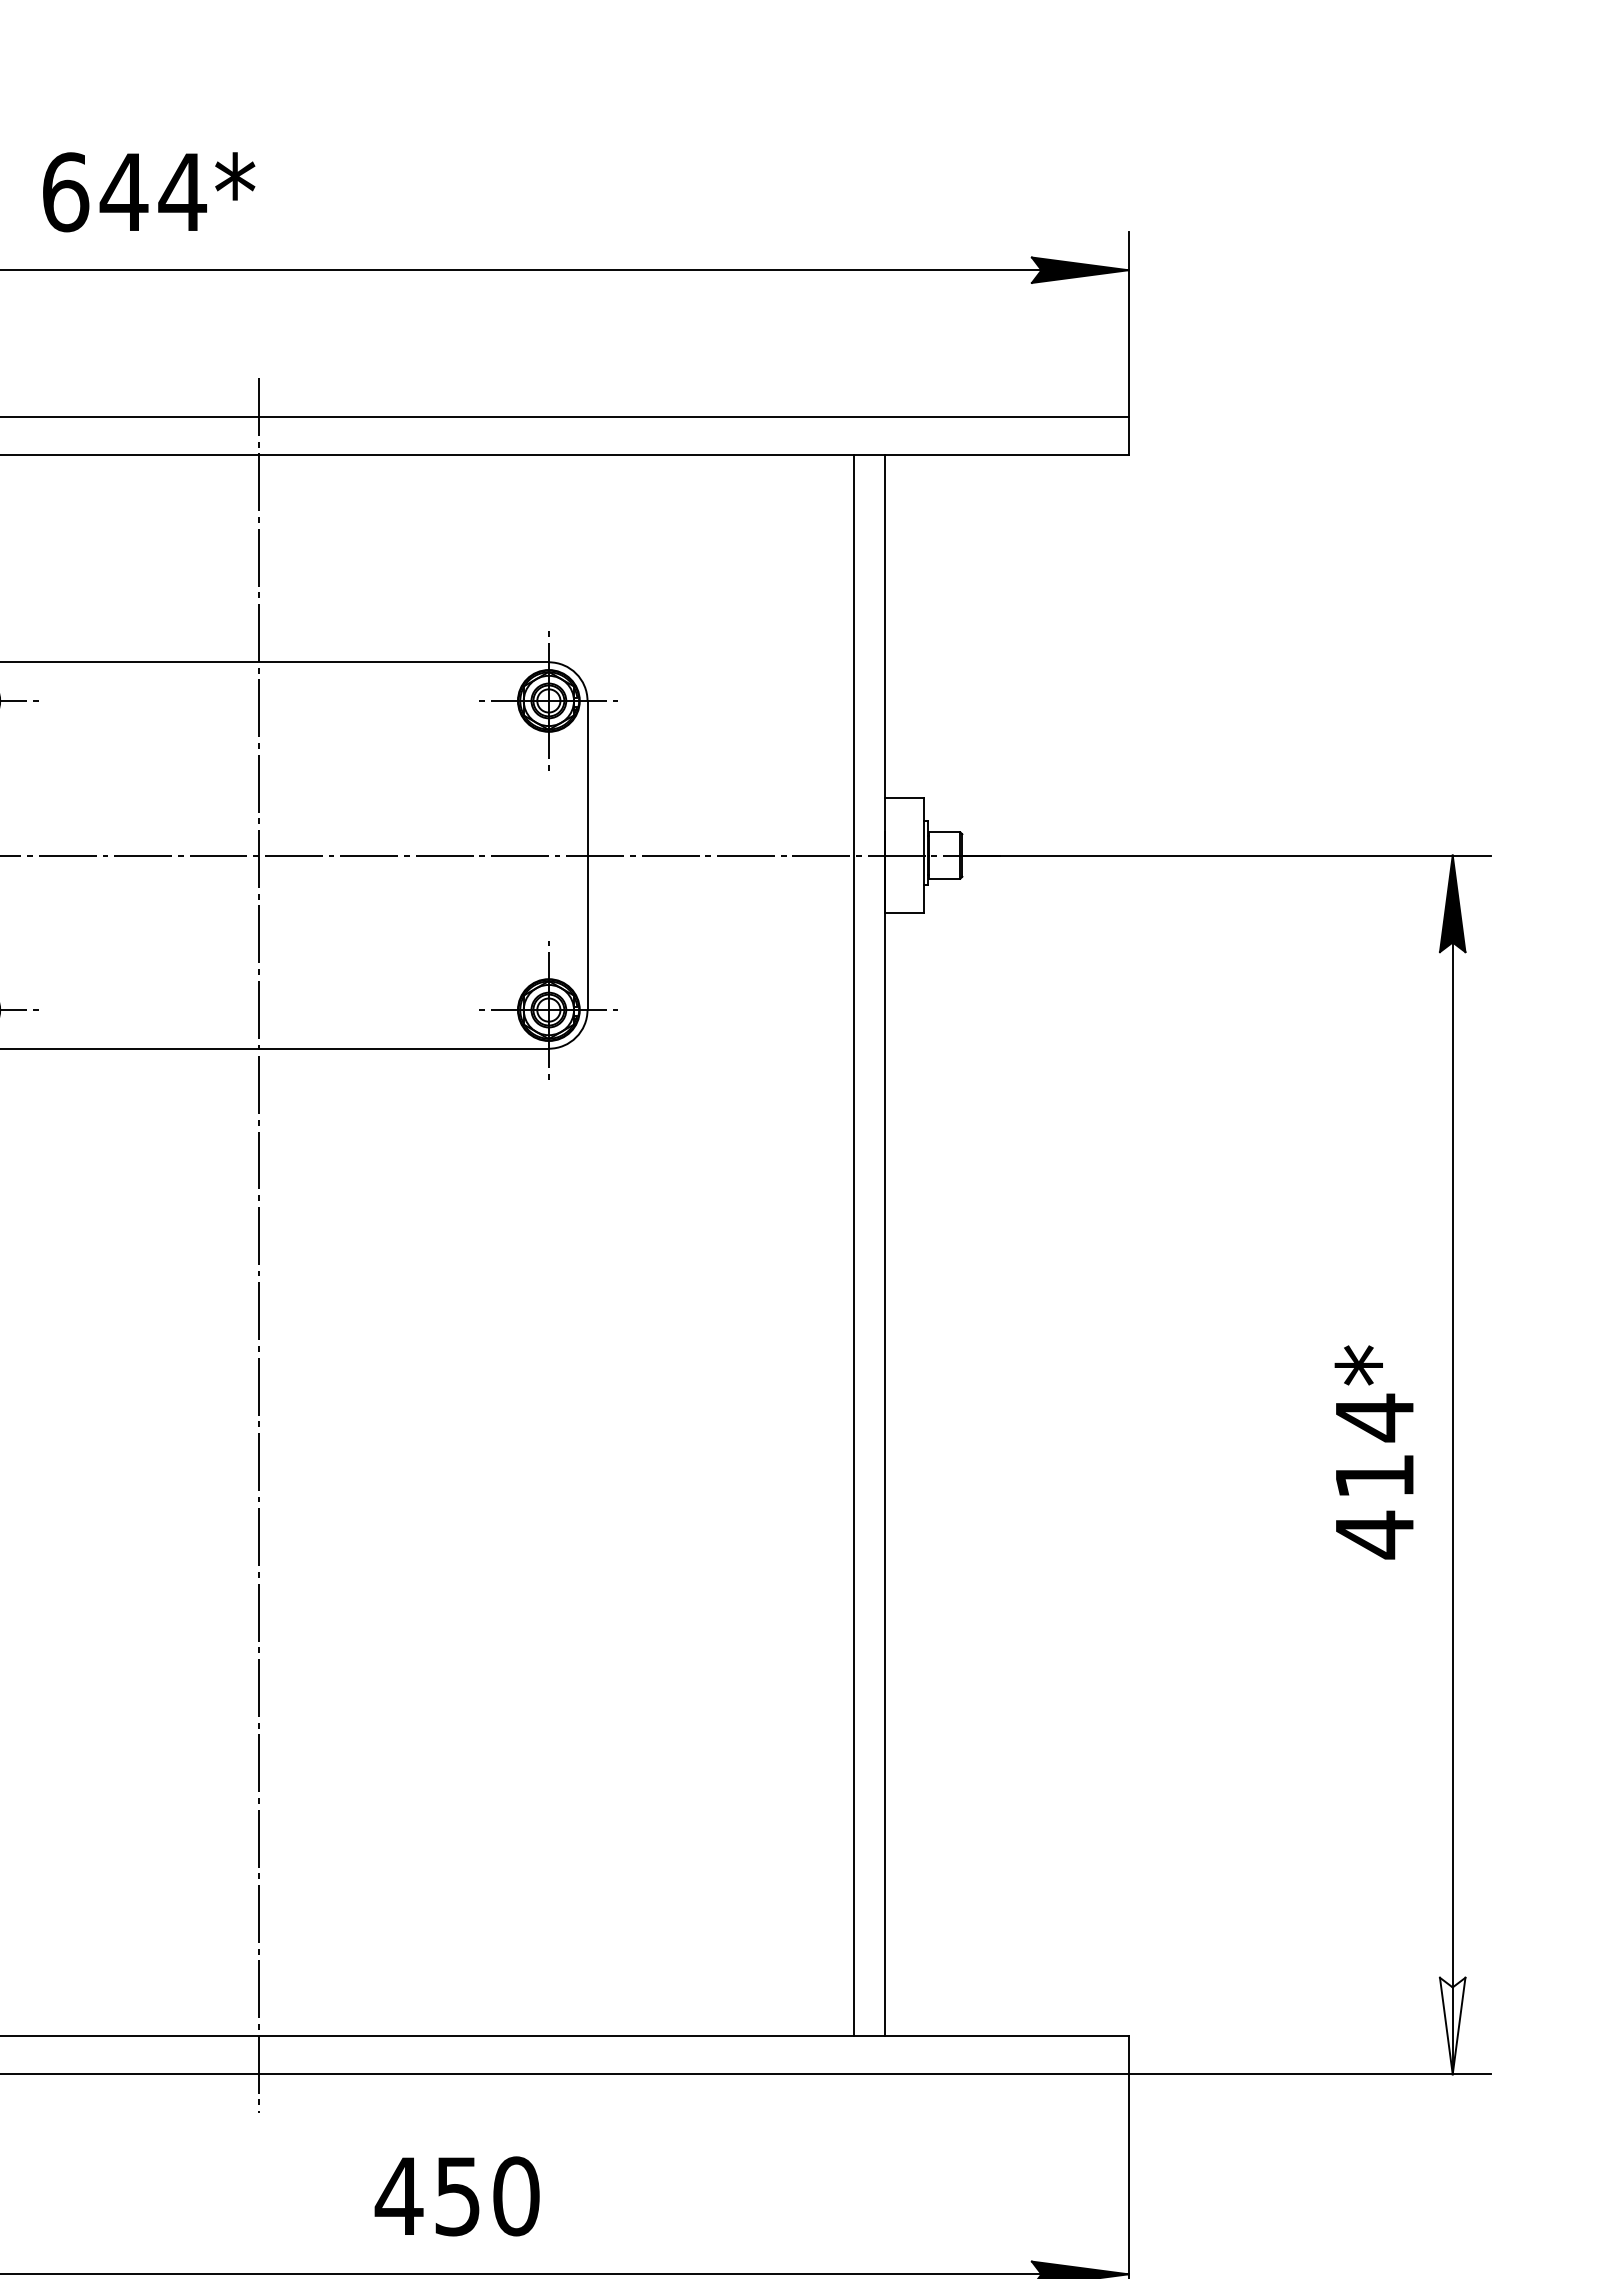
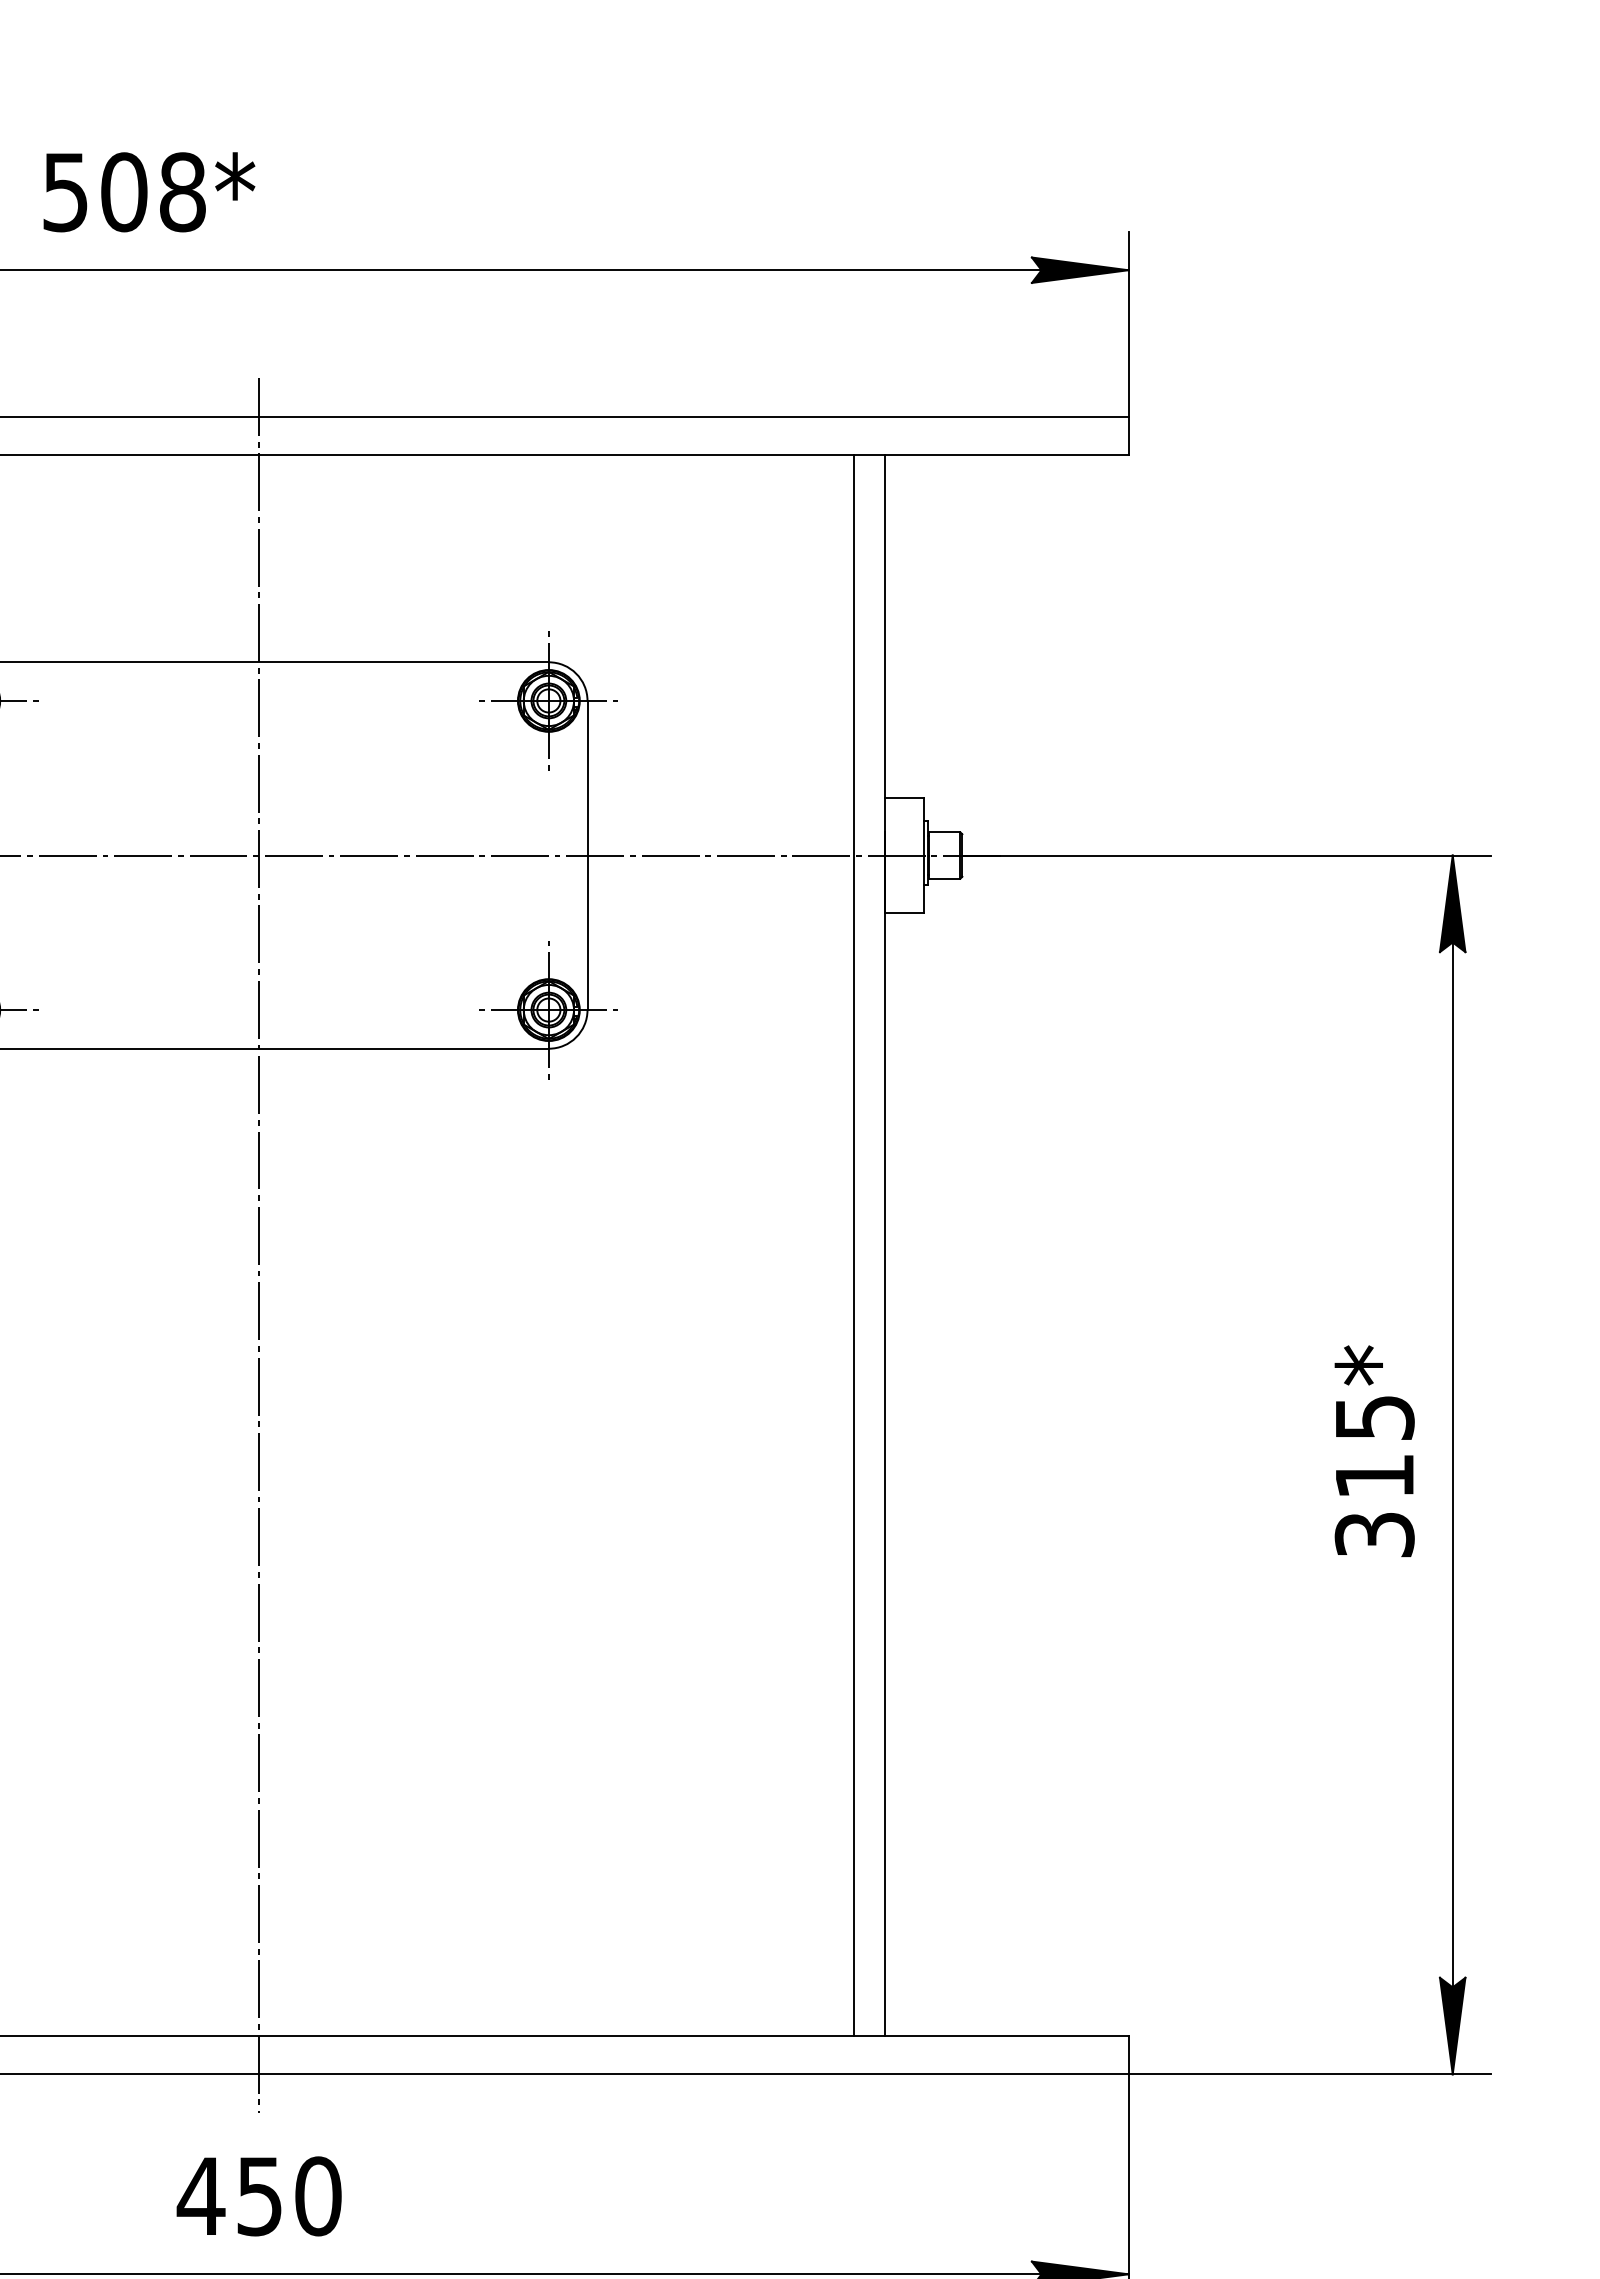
text at (124, 192): 644* -> 508*
text at (1374, 1476): 414* -> 315*
fill at (1452, 2025): none -> present
text at (456, 2196) position: (456, 2196) -> (258, 2196)
